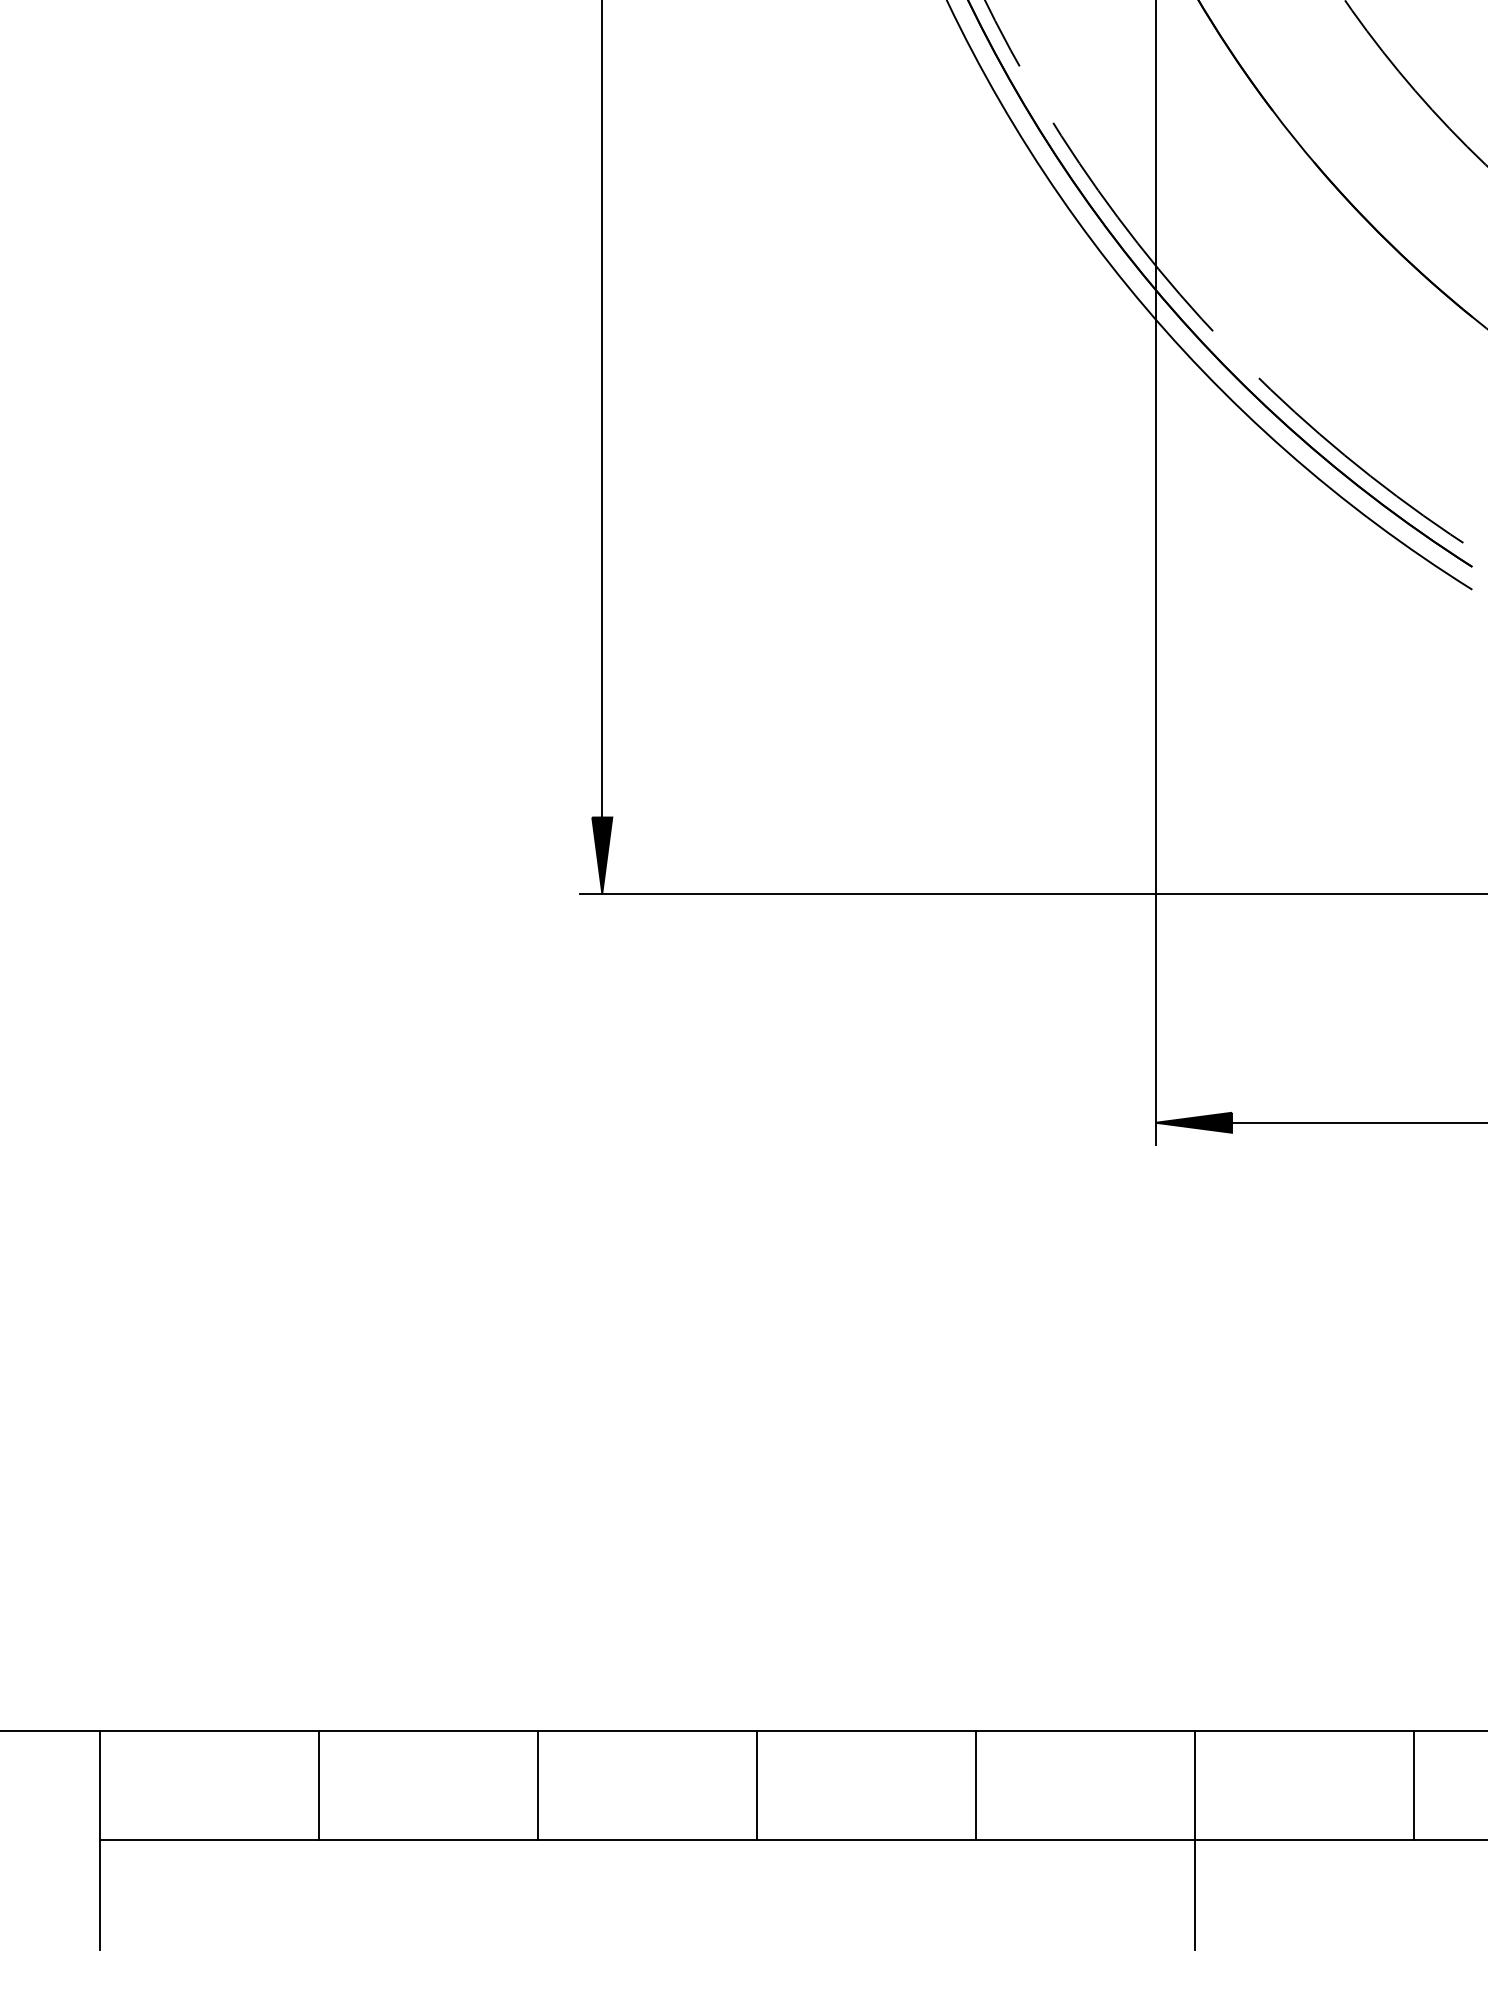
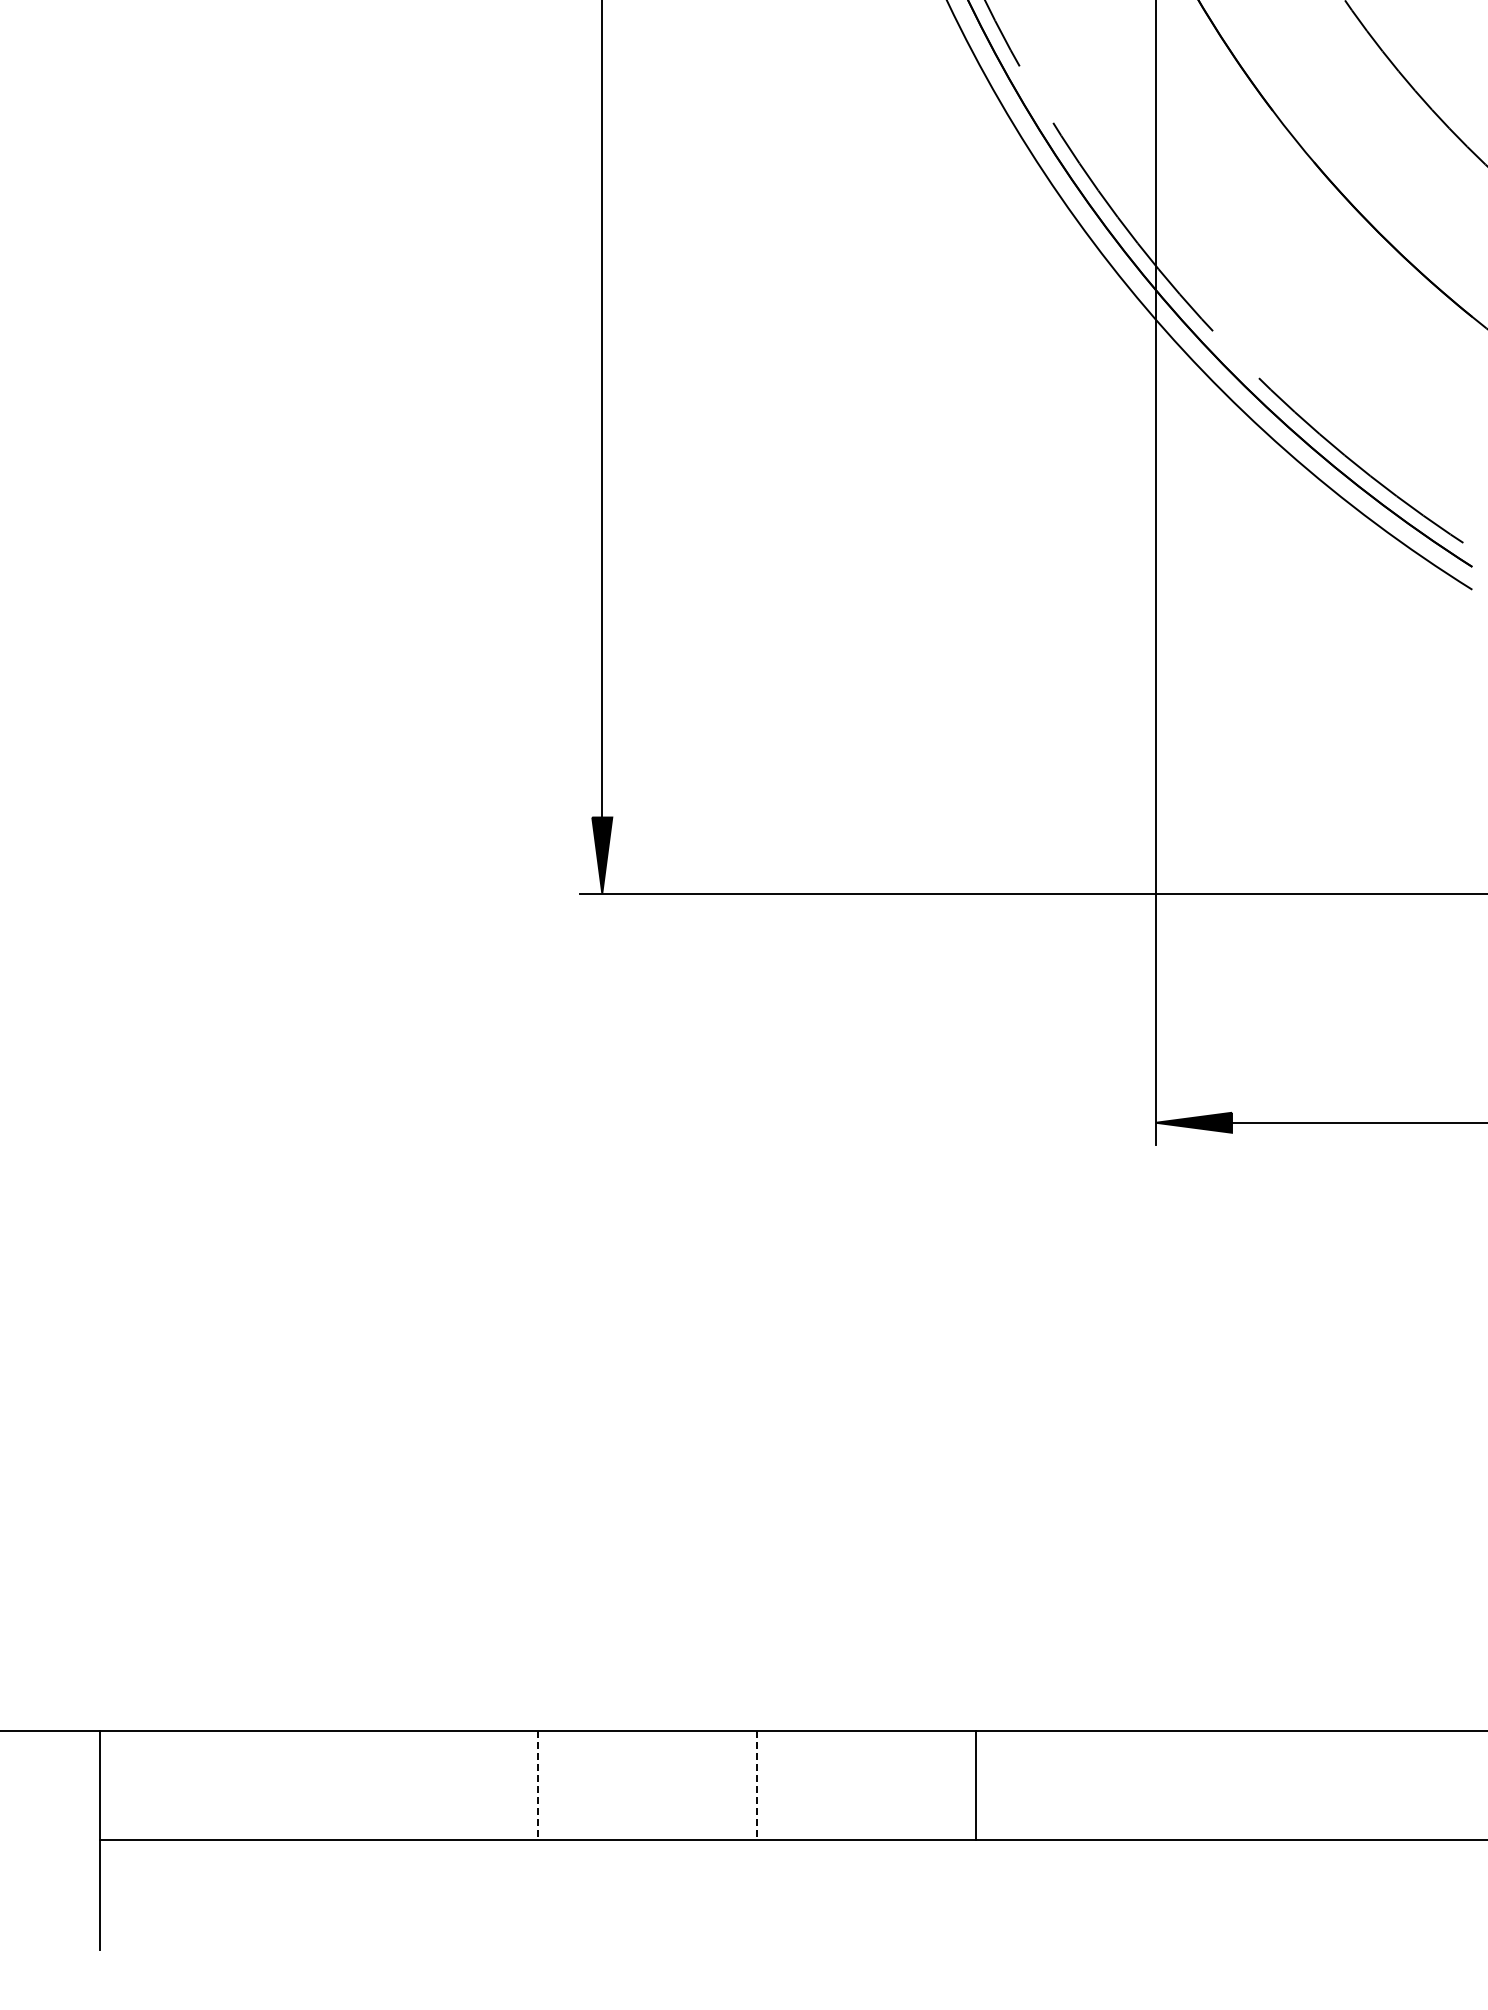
line at (318, 1785): present -> none
line at (537, 1785): solid -> dashed
line at (756, 1785): solid -> dashed
line at (1414, 1785): present -> none
line at (1195, 1839): present -> none
